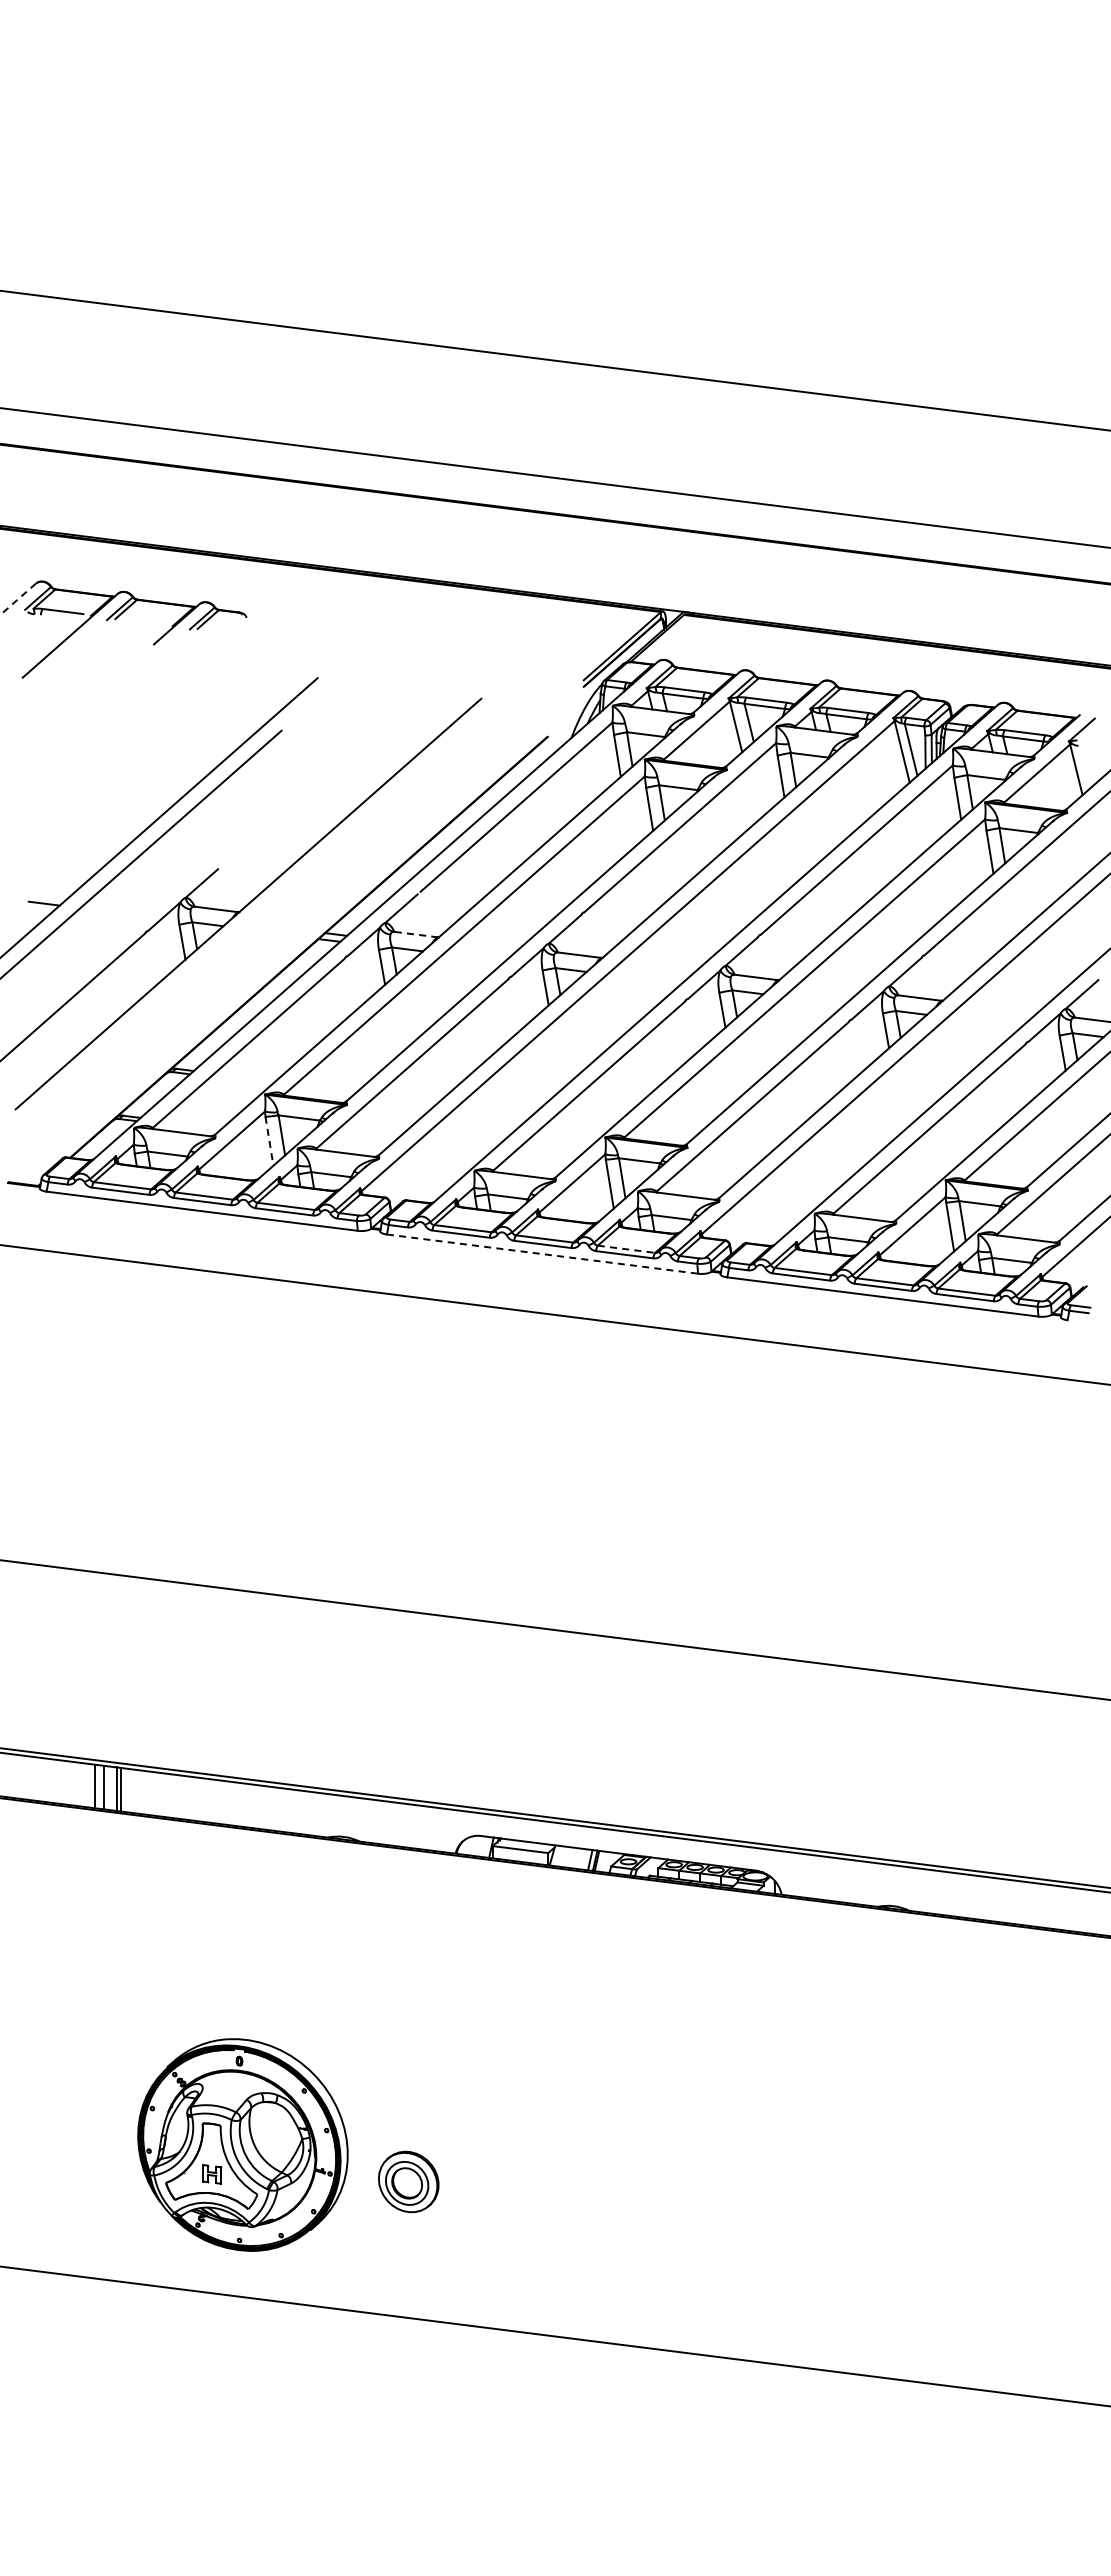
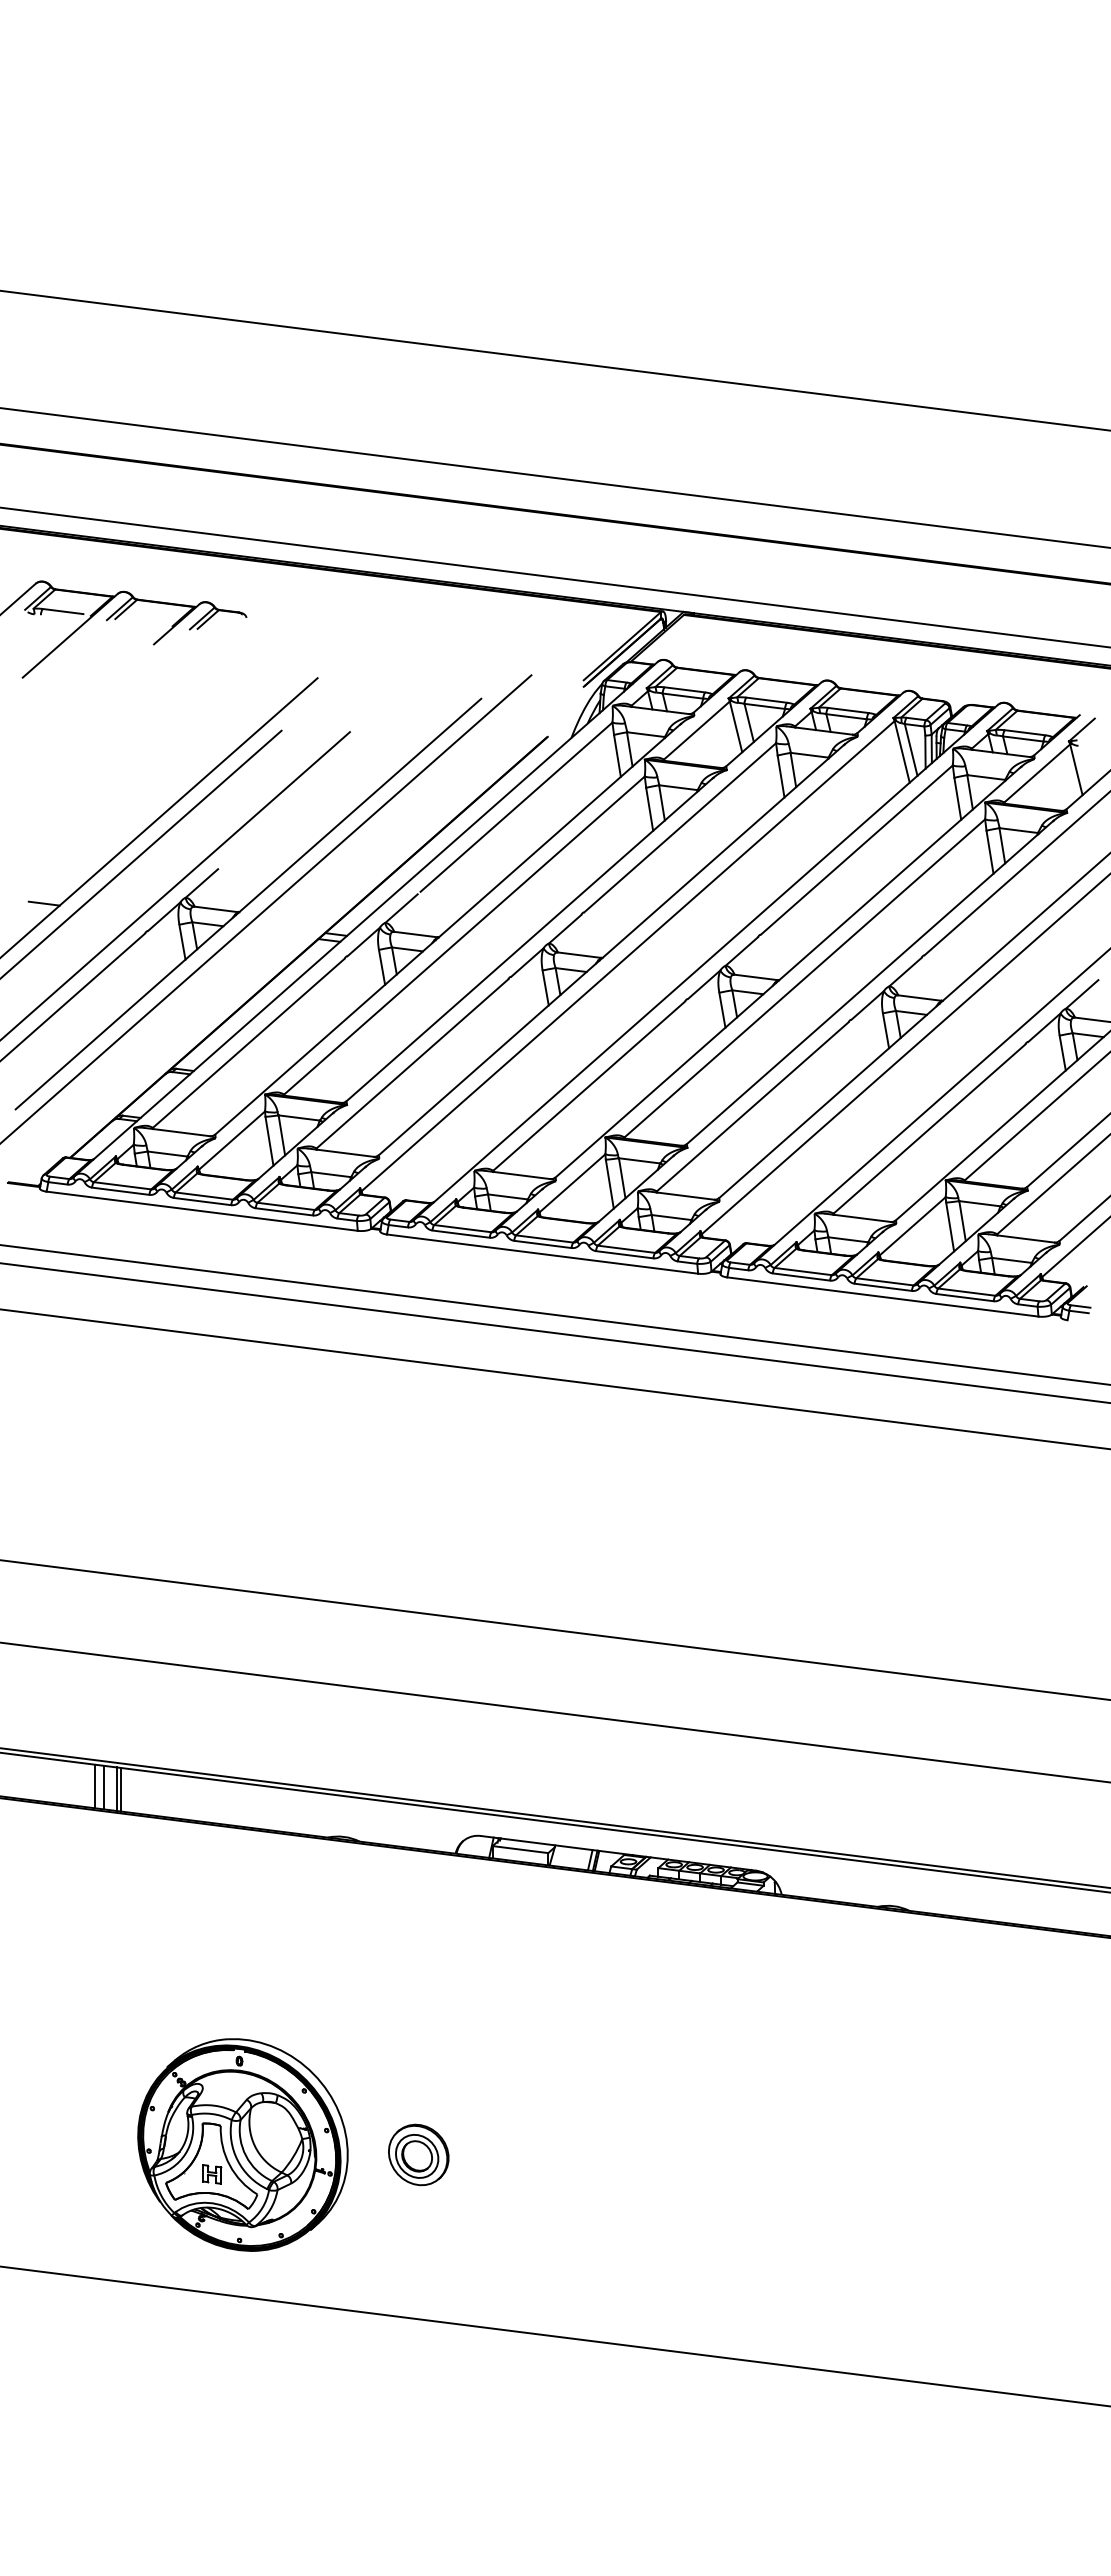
line at (554, 577): none -> present
line at (17, 599): dashed -> solid
line at (175, 885): none -> present
line at (266, 908): none -> present
line at (415, 934): dashed -> solid
line at (269, 1141): dashed -> solid
line at (626, 1249): dashed -> solid
line at (542, 1254): dashed -> solid
line at (554, 1332): none -> present
line at (554, 1378): none -> present
line at (554, 1712): none -> present
part at (408, 2181) position: (408, 2181) -> (418, 2154)
